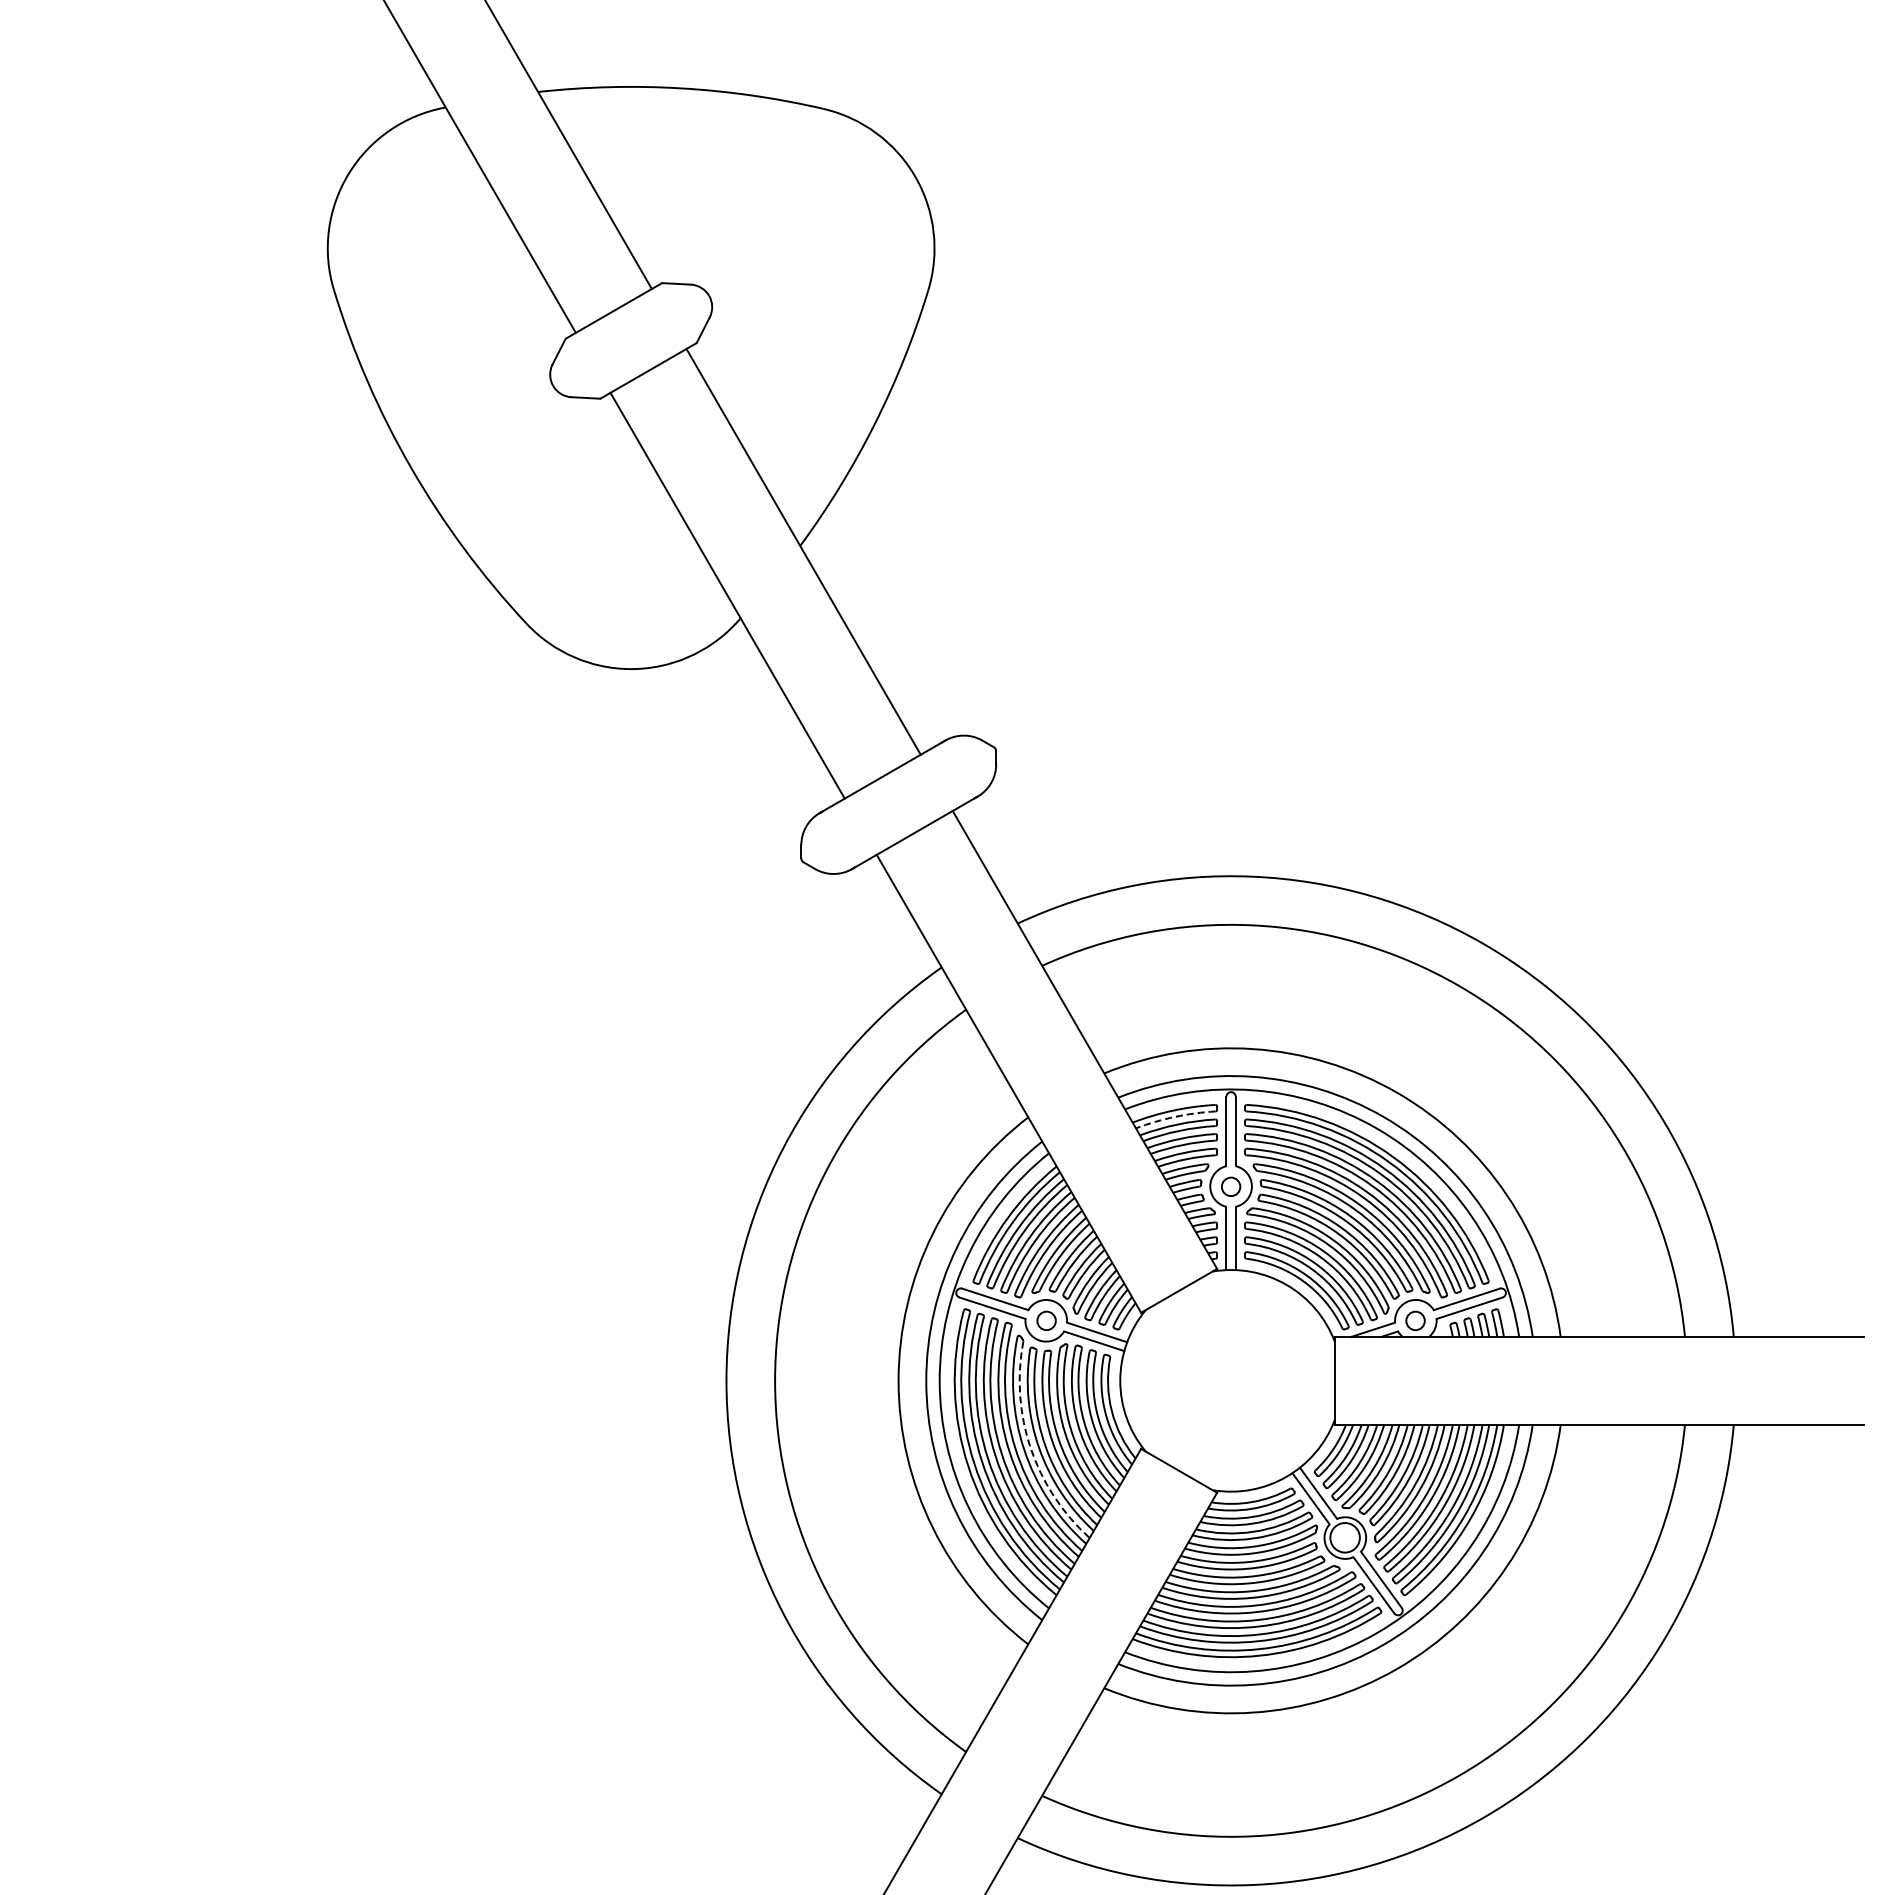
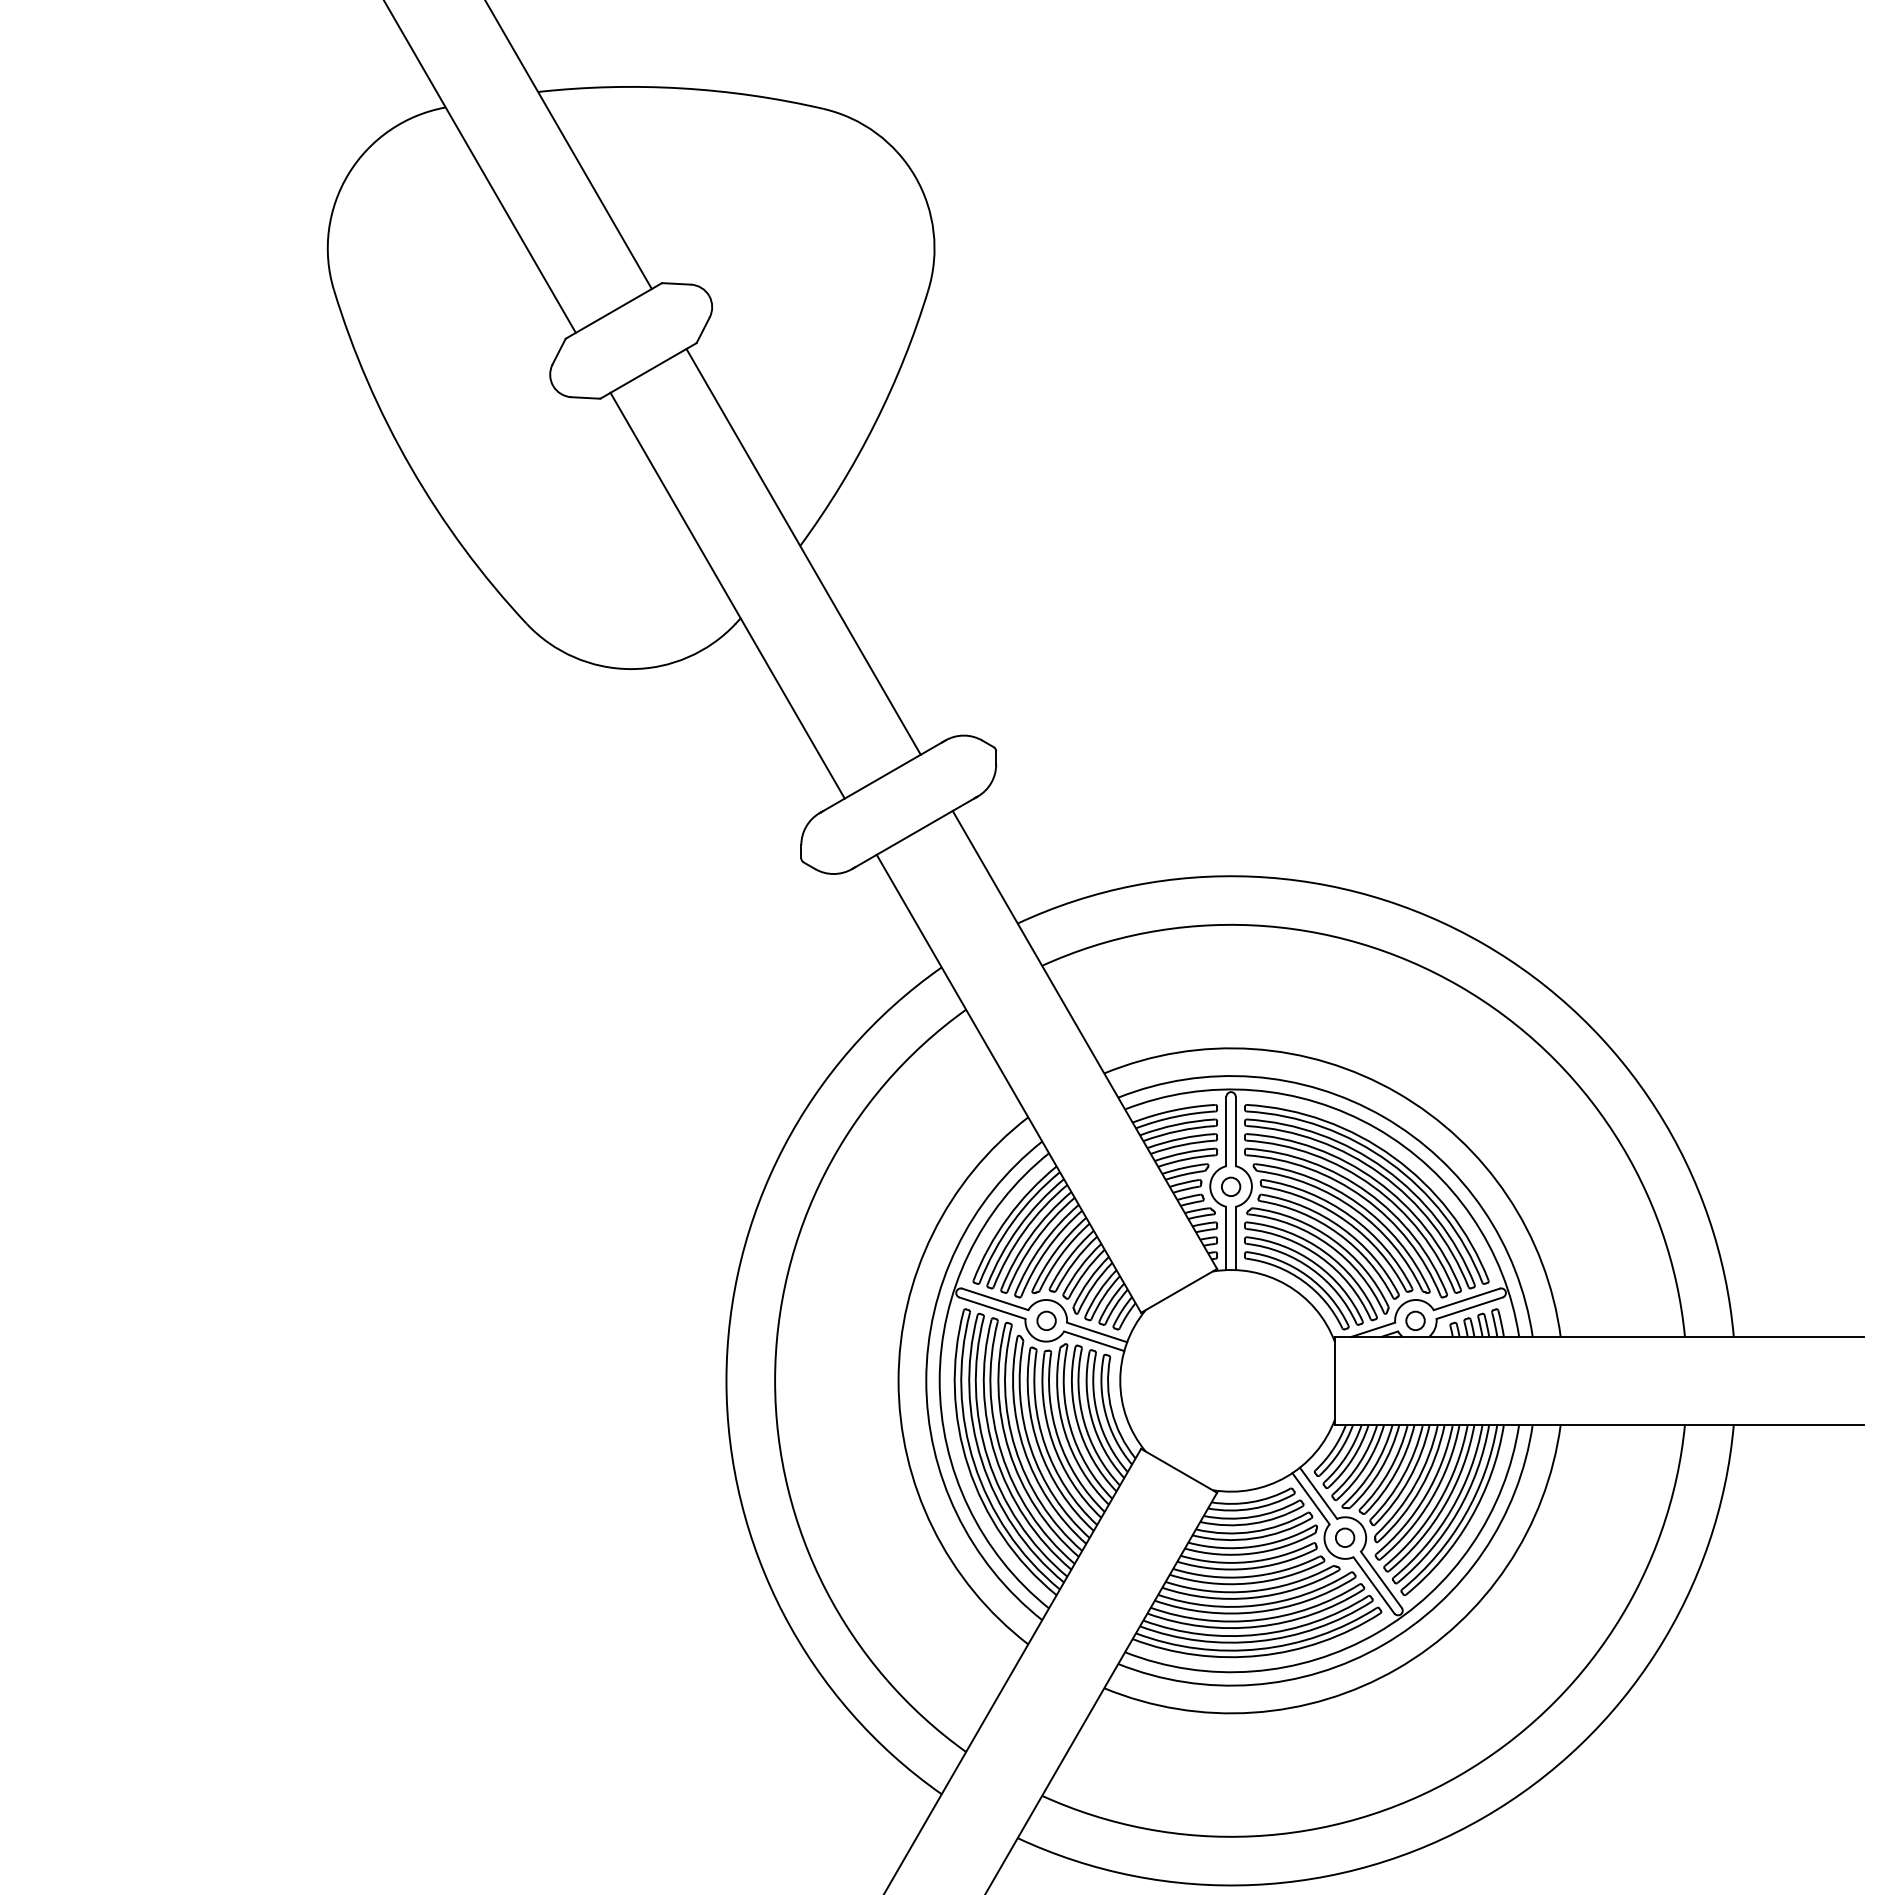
arc at (1175, 1116): dashed -> solid
arc at (1030, 1448): dashed -> solid
circle at (1344, 1537) diameter: 30 px -> 18 px
